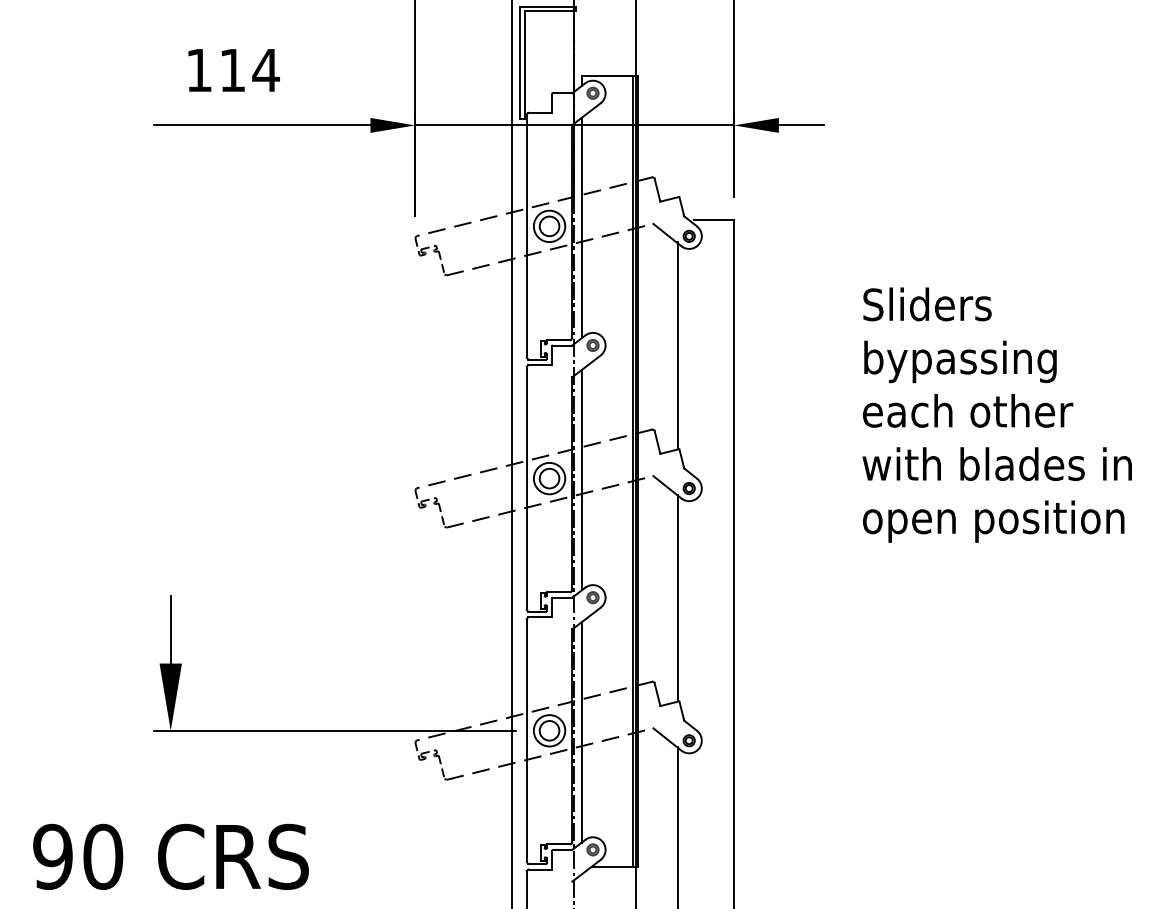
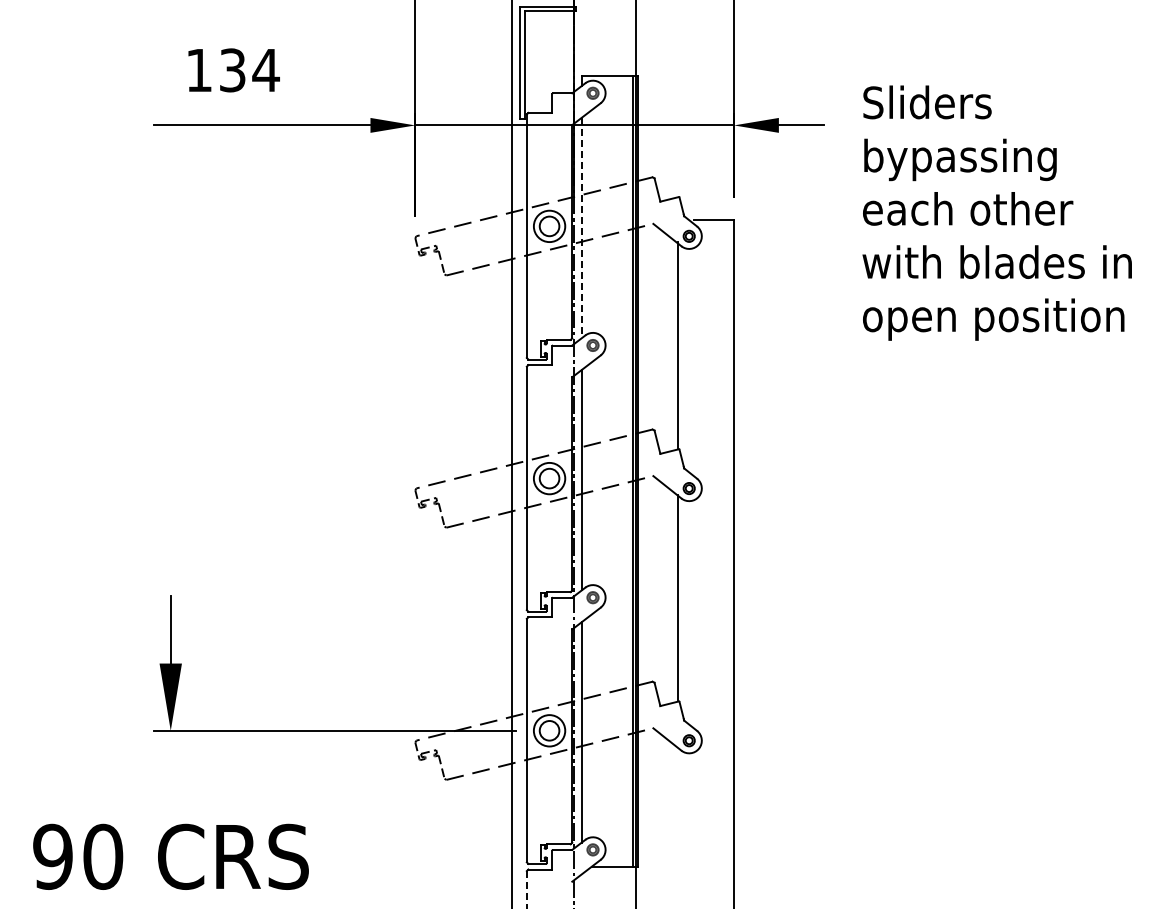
text at (232, 70): 114 -> 134
line at (581, 228): solid -> dashed
text at (996, 414) position: (996, 414) -> (996, 212)
line at (678, 825): present -> none
line at (526, 890): solid -> dashed
